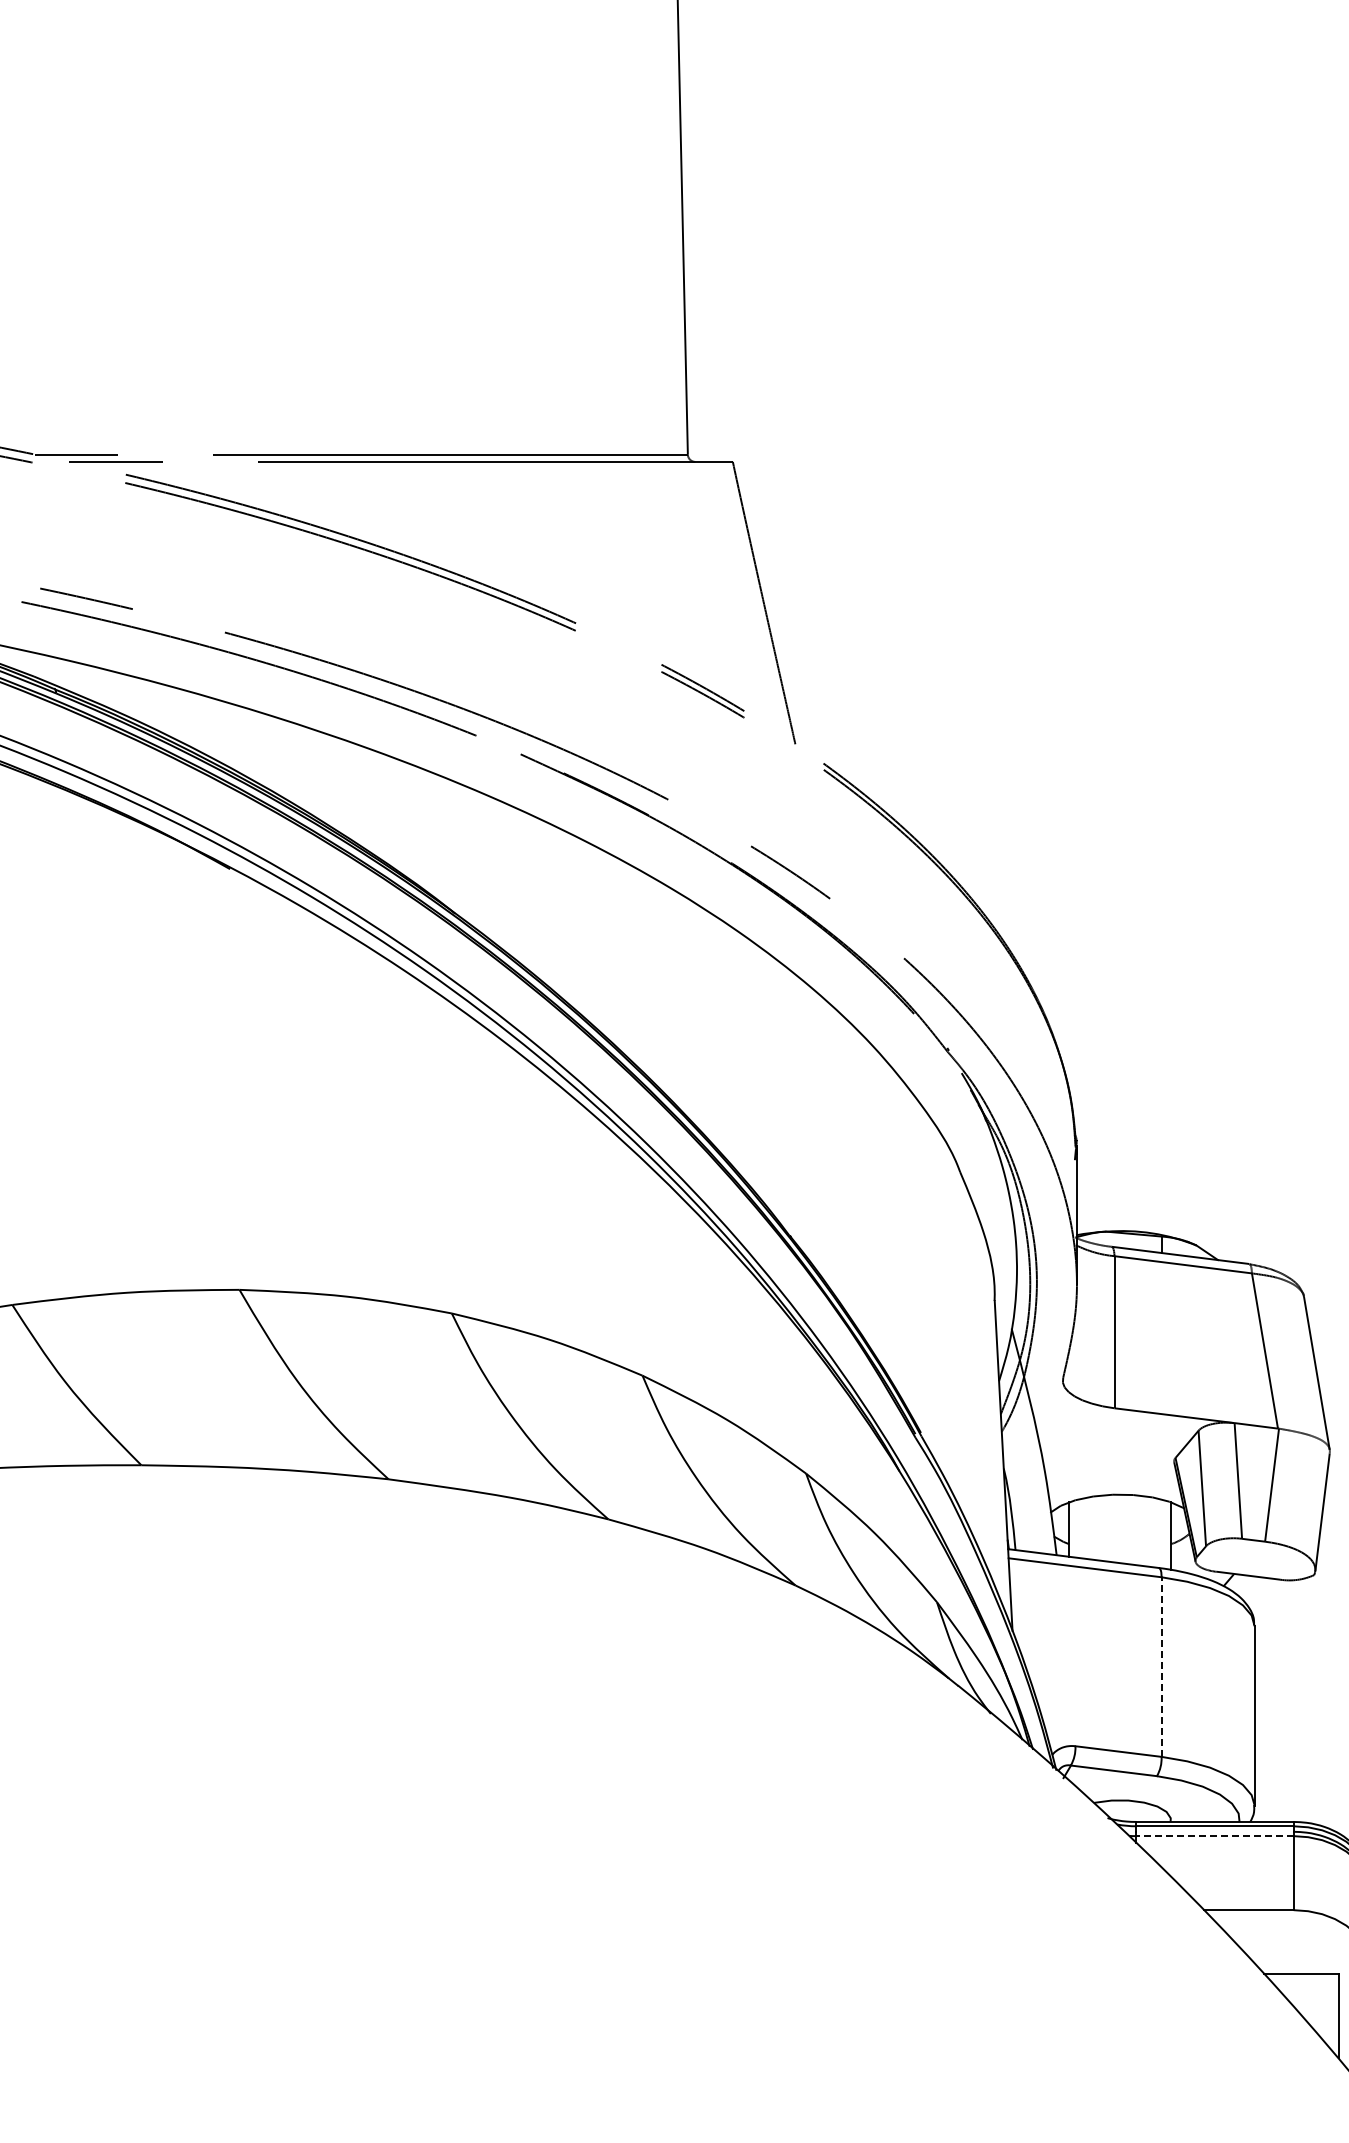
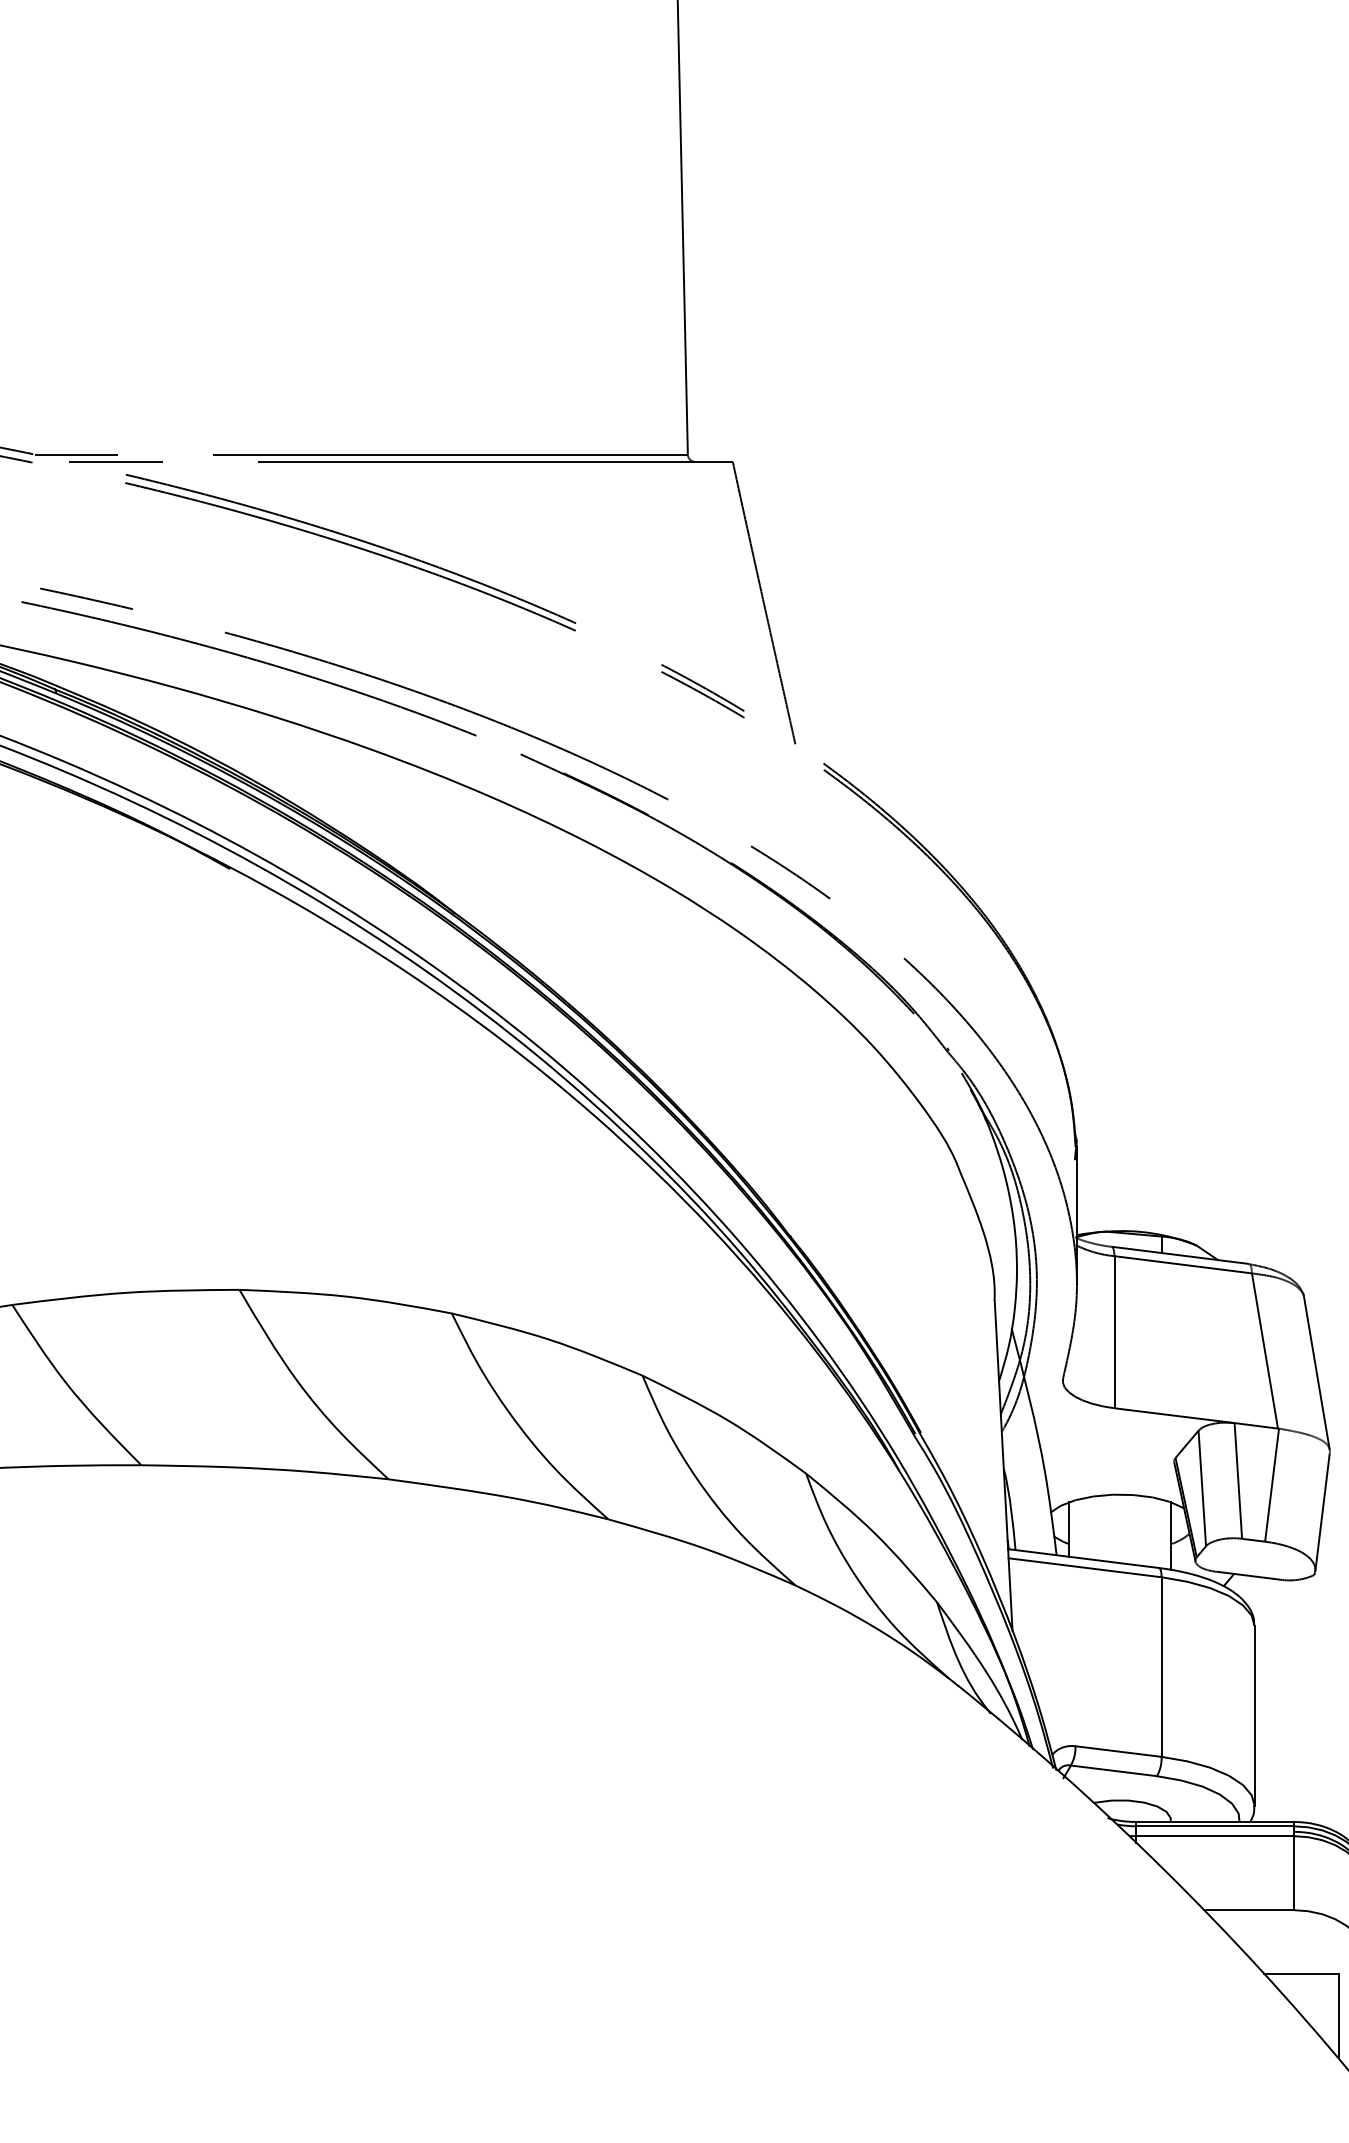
line at (1161, 1667): dashed -> solid
line at (1214, 1836): dashed -> solid
